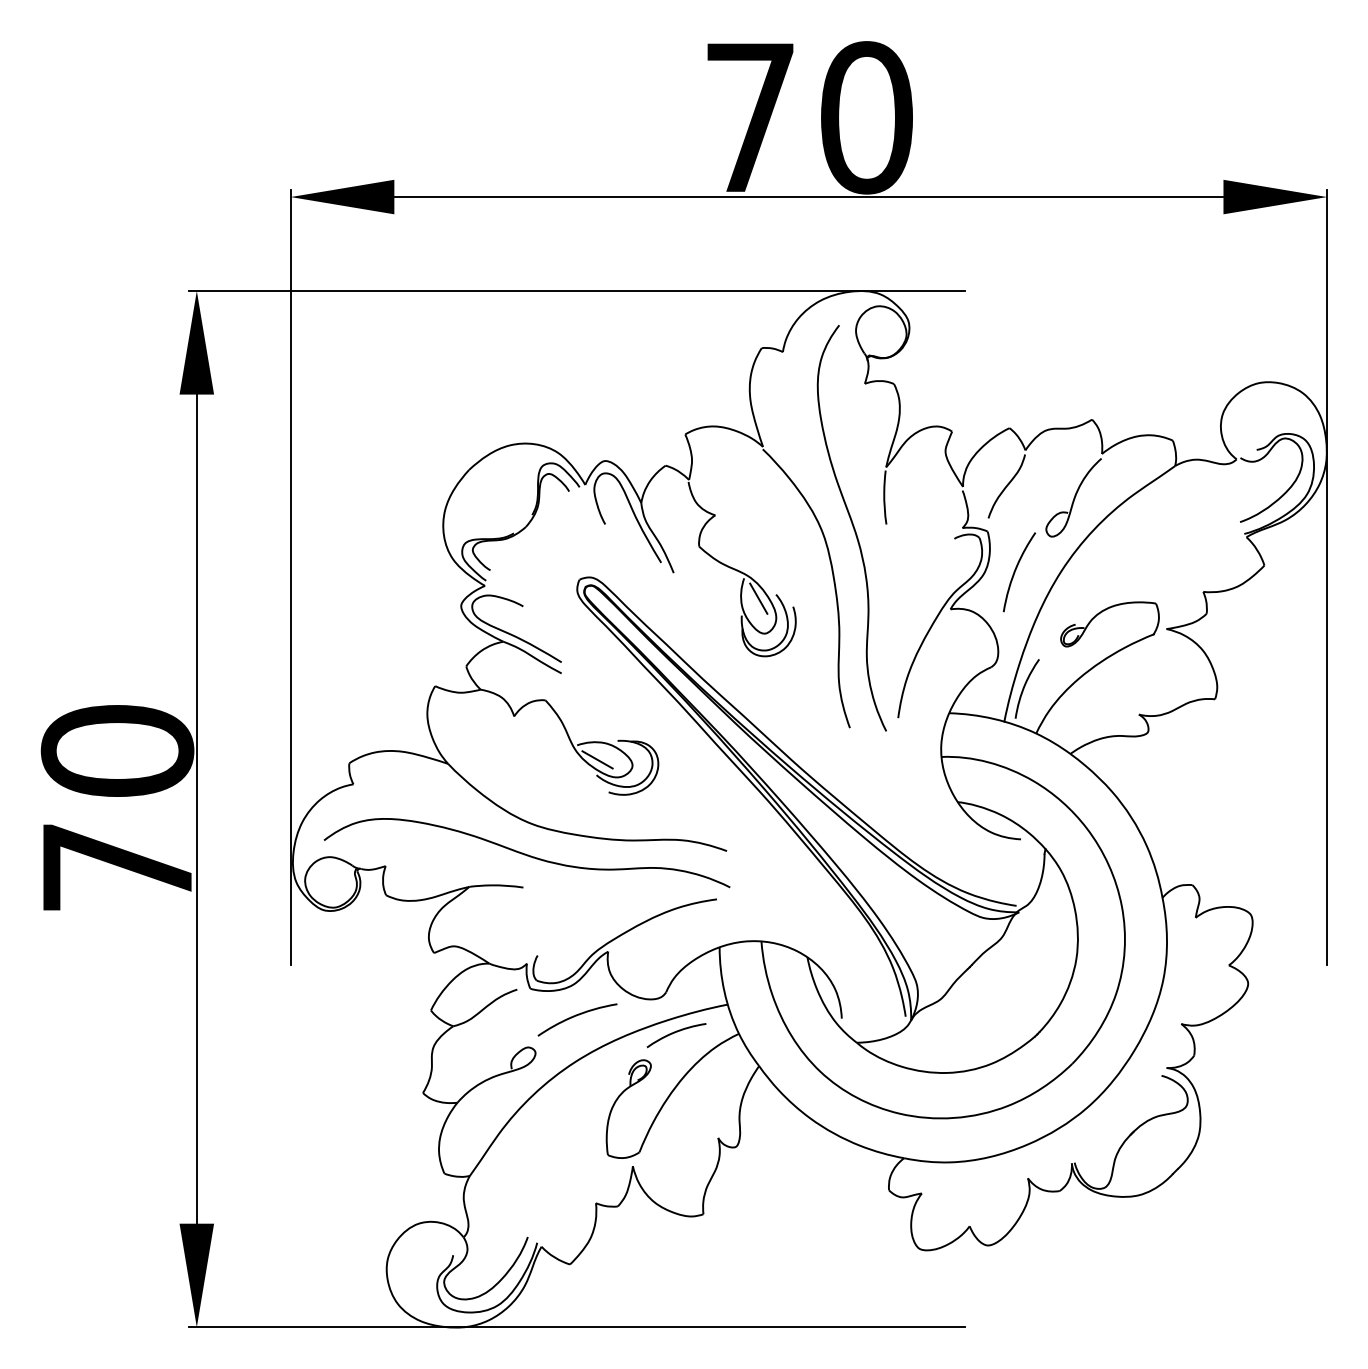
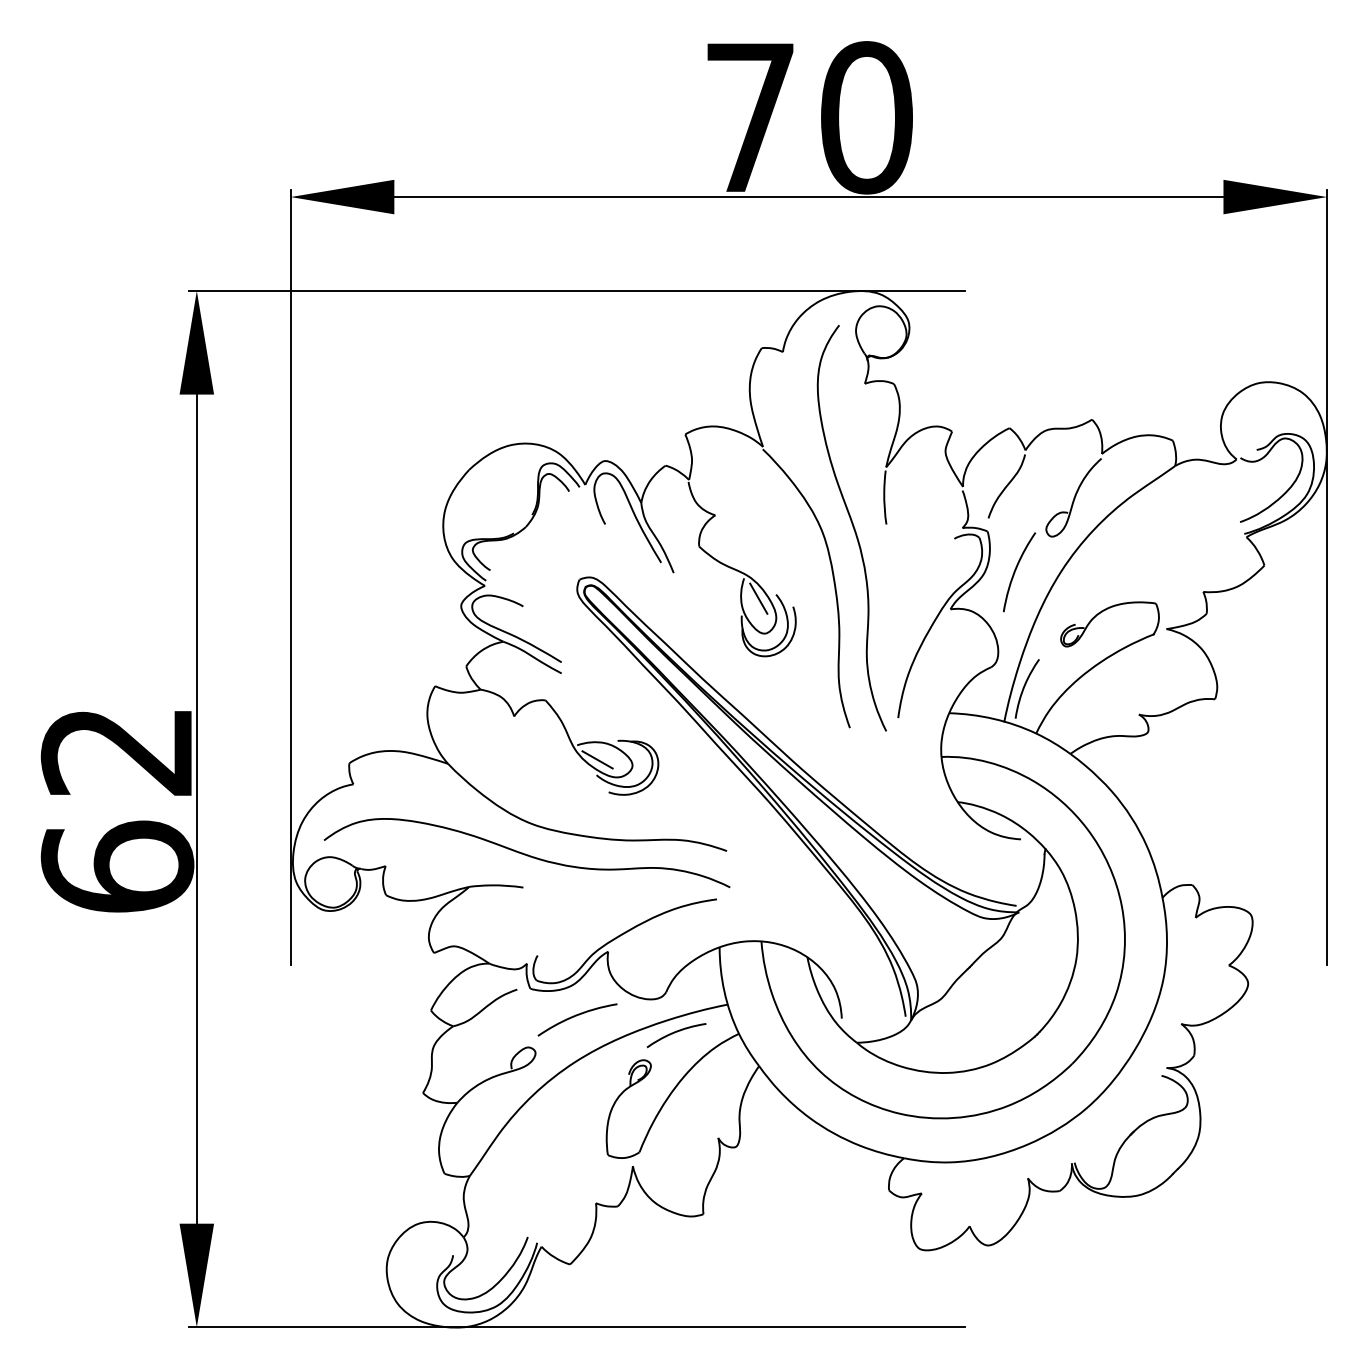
text at (117, 808): 70 -> 62
